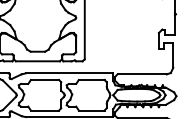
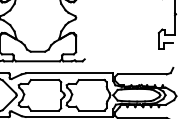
line at (84, 30): present -> none
line at (173, 55): present -> none
